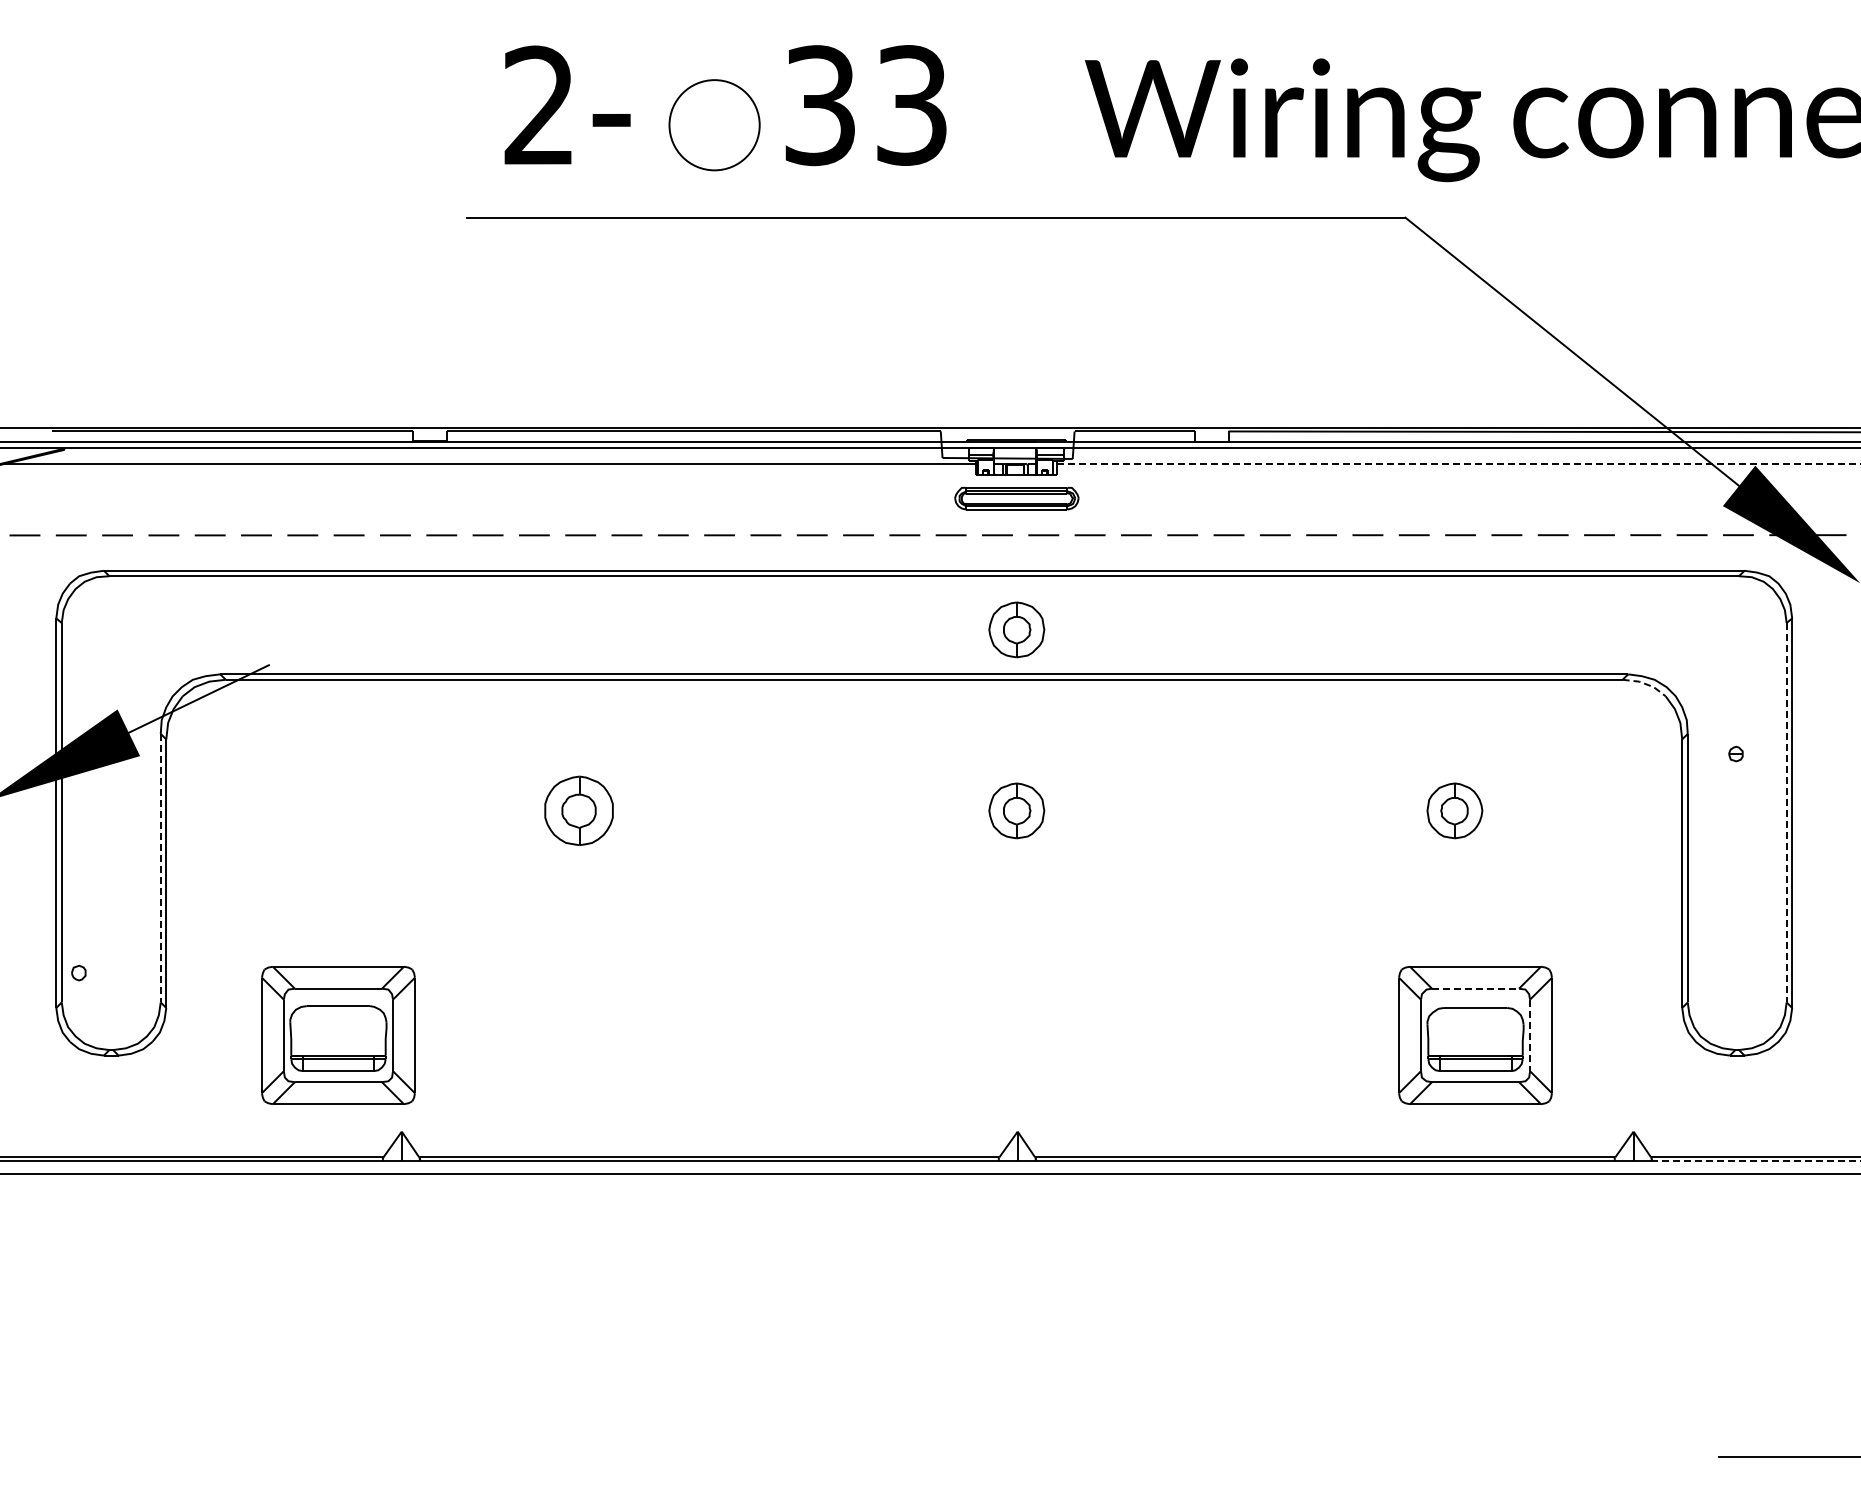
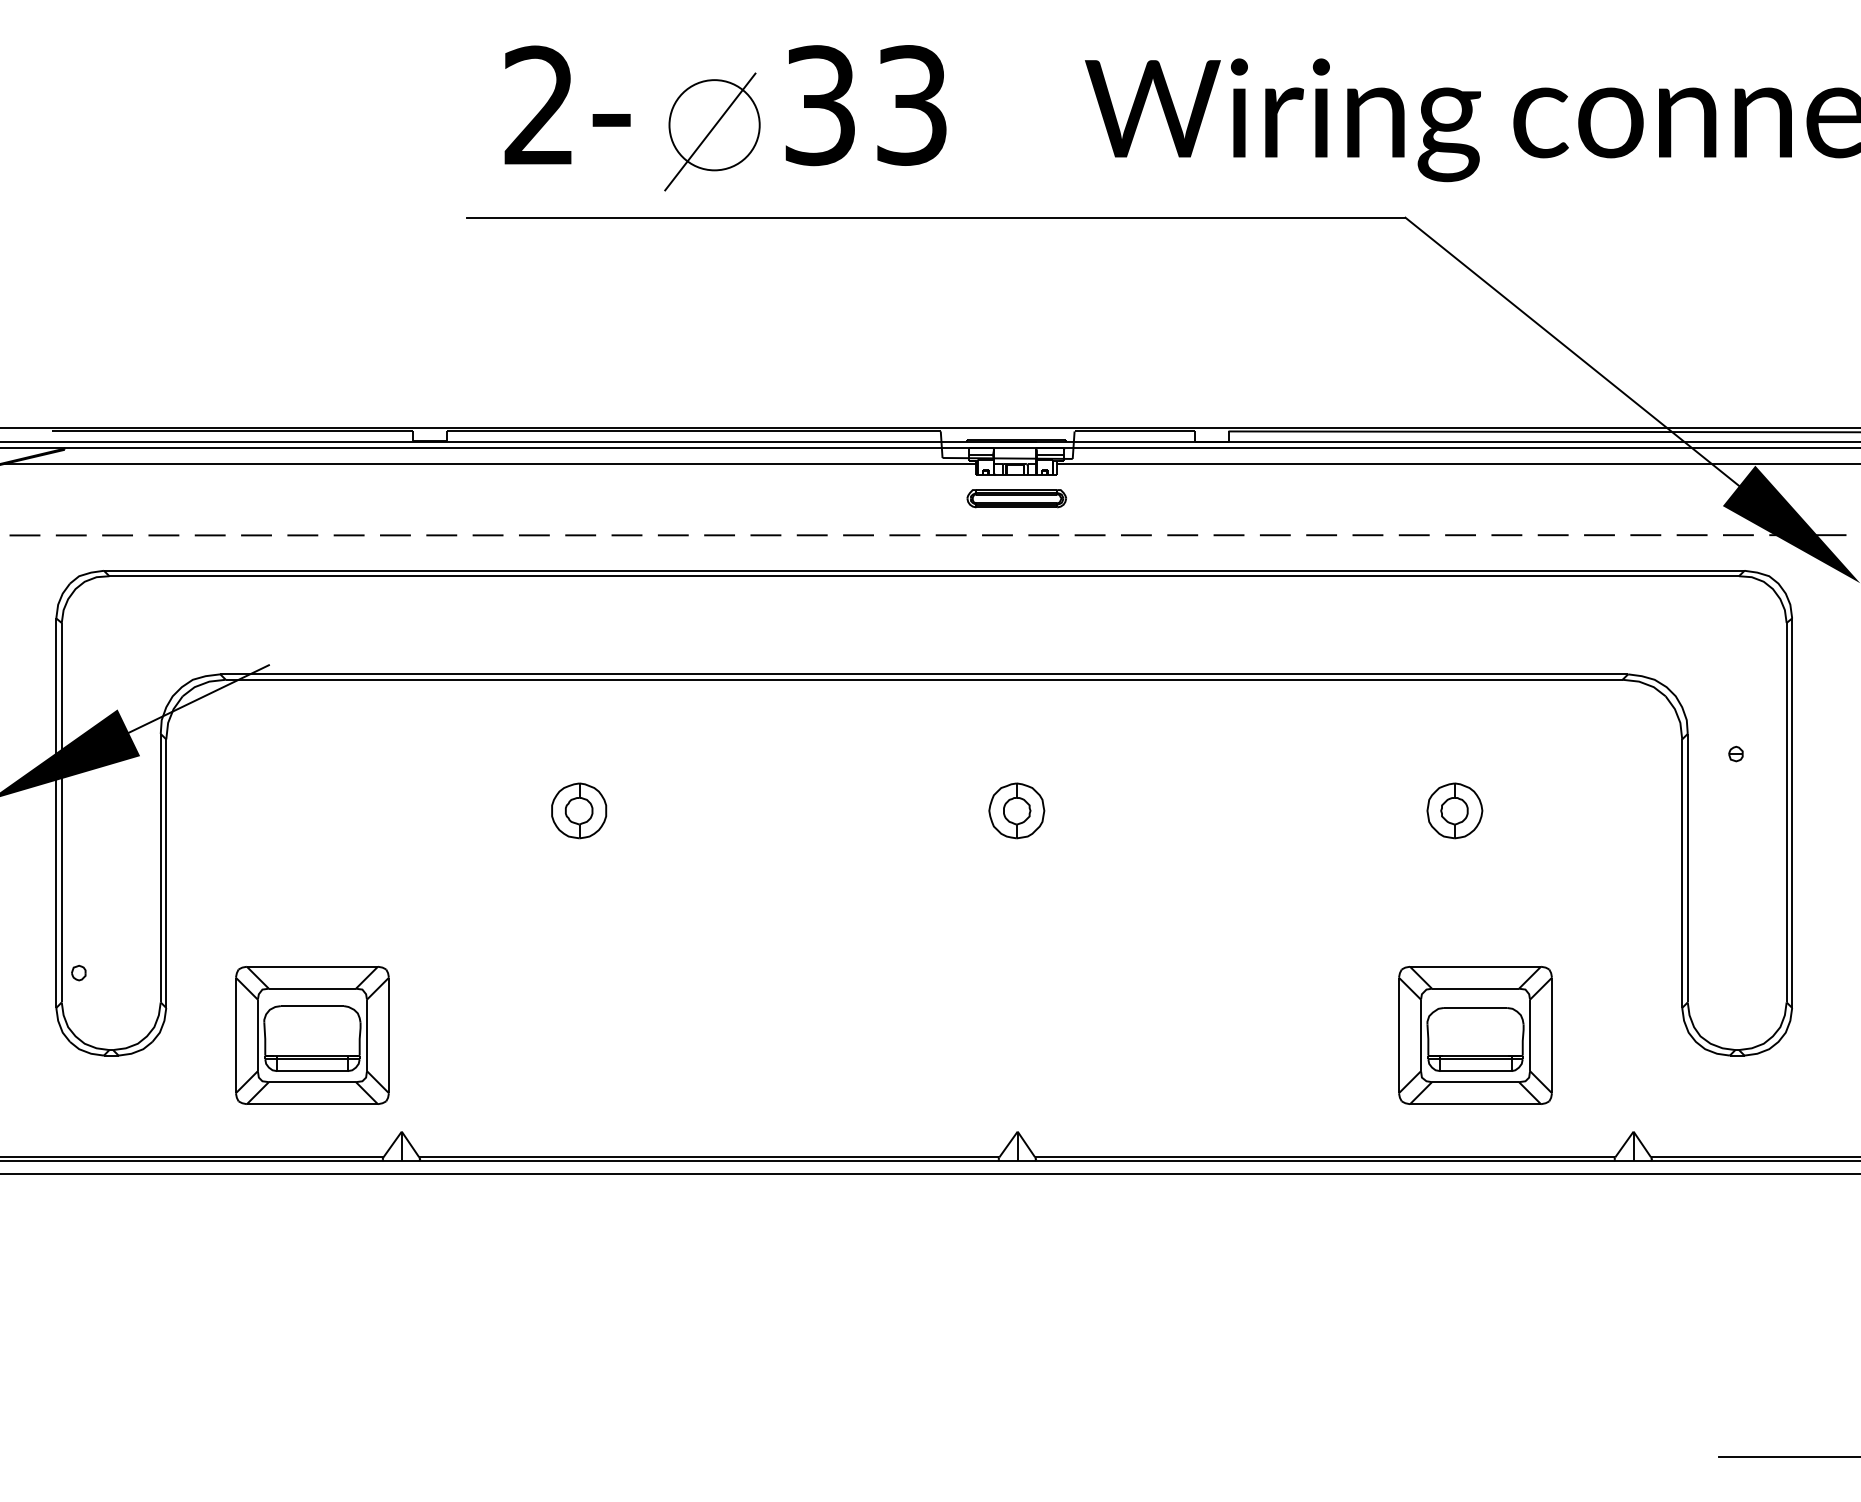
line at (710, 131): none -> present
line at (1458, 464): dashed -> solid
part at (1016, 498) size: 126x24 px -> 101x20 px
part at (1016, 629): present -> none
line at (1645, 684): dashed -> solid
part at (578, 810) size: 70x71 px -> 57x58 px
line at (1786, 812): dashed -> solid
line at (160, 868): dashed -> solid
line at (1475, 988): dashed -> solid
part at (338, 1035) position: (338, 1035) -> (312, 1035)
line at (1530, 1035): dashed -> solid
line at (1755, 1161): dashed -> solid
